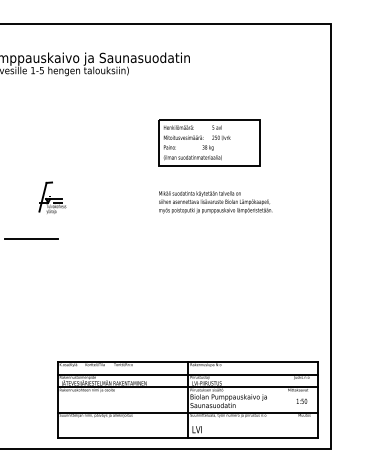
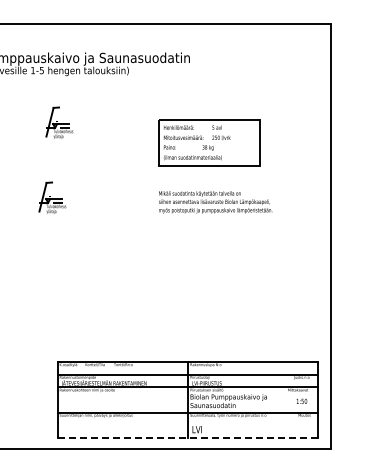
part at (59, 122): none -> present
line at (30, 238): present -> none
line at (187, 437): solid -> dashed
